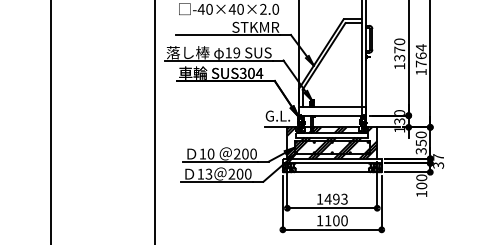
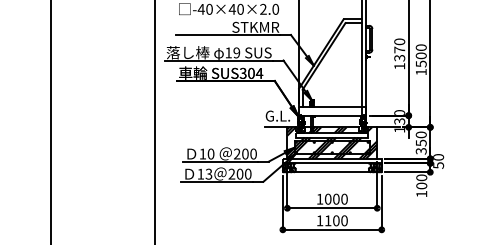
text at (420, 55): 1764 -> 1500
text at (438, 161): 37 -> 50
text at (335, 198): 1493 -> 1000
